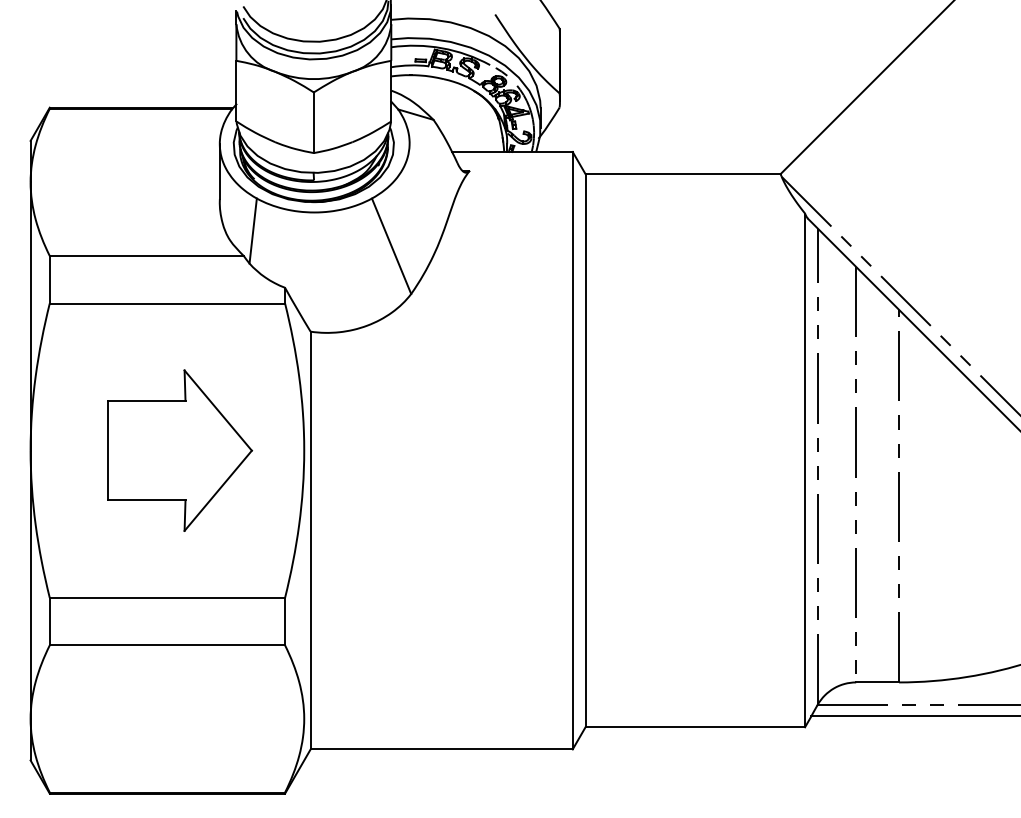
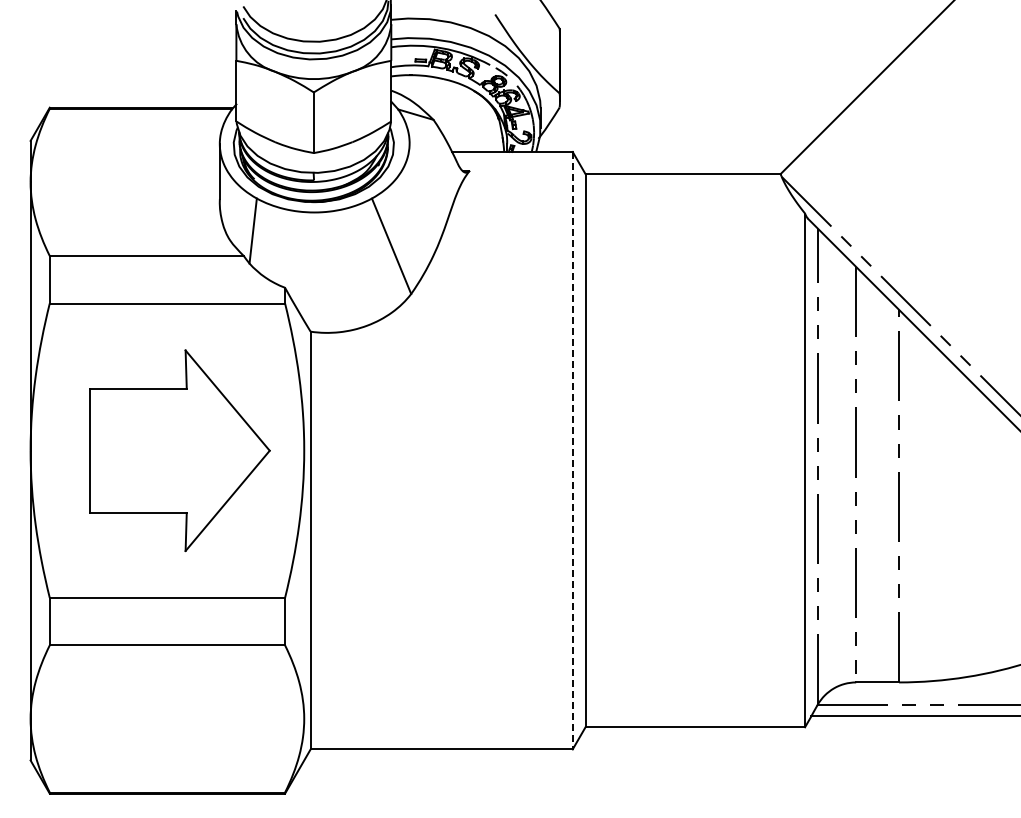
part at (180, 450) size: 147x163 px -> 182x204 px
line at (572, 450): solid -> dashed
